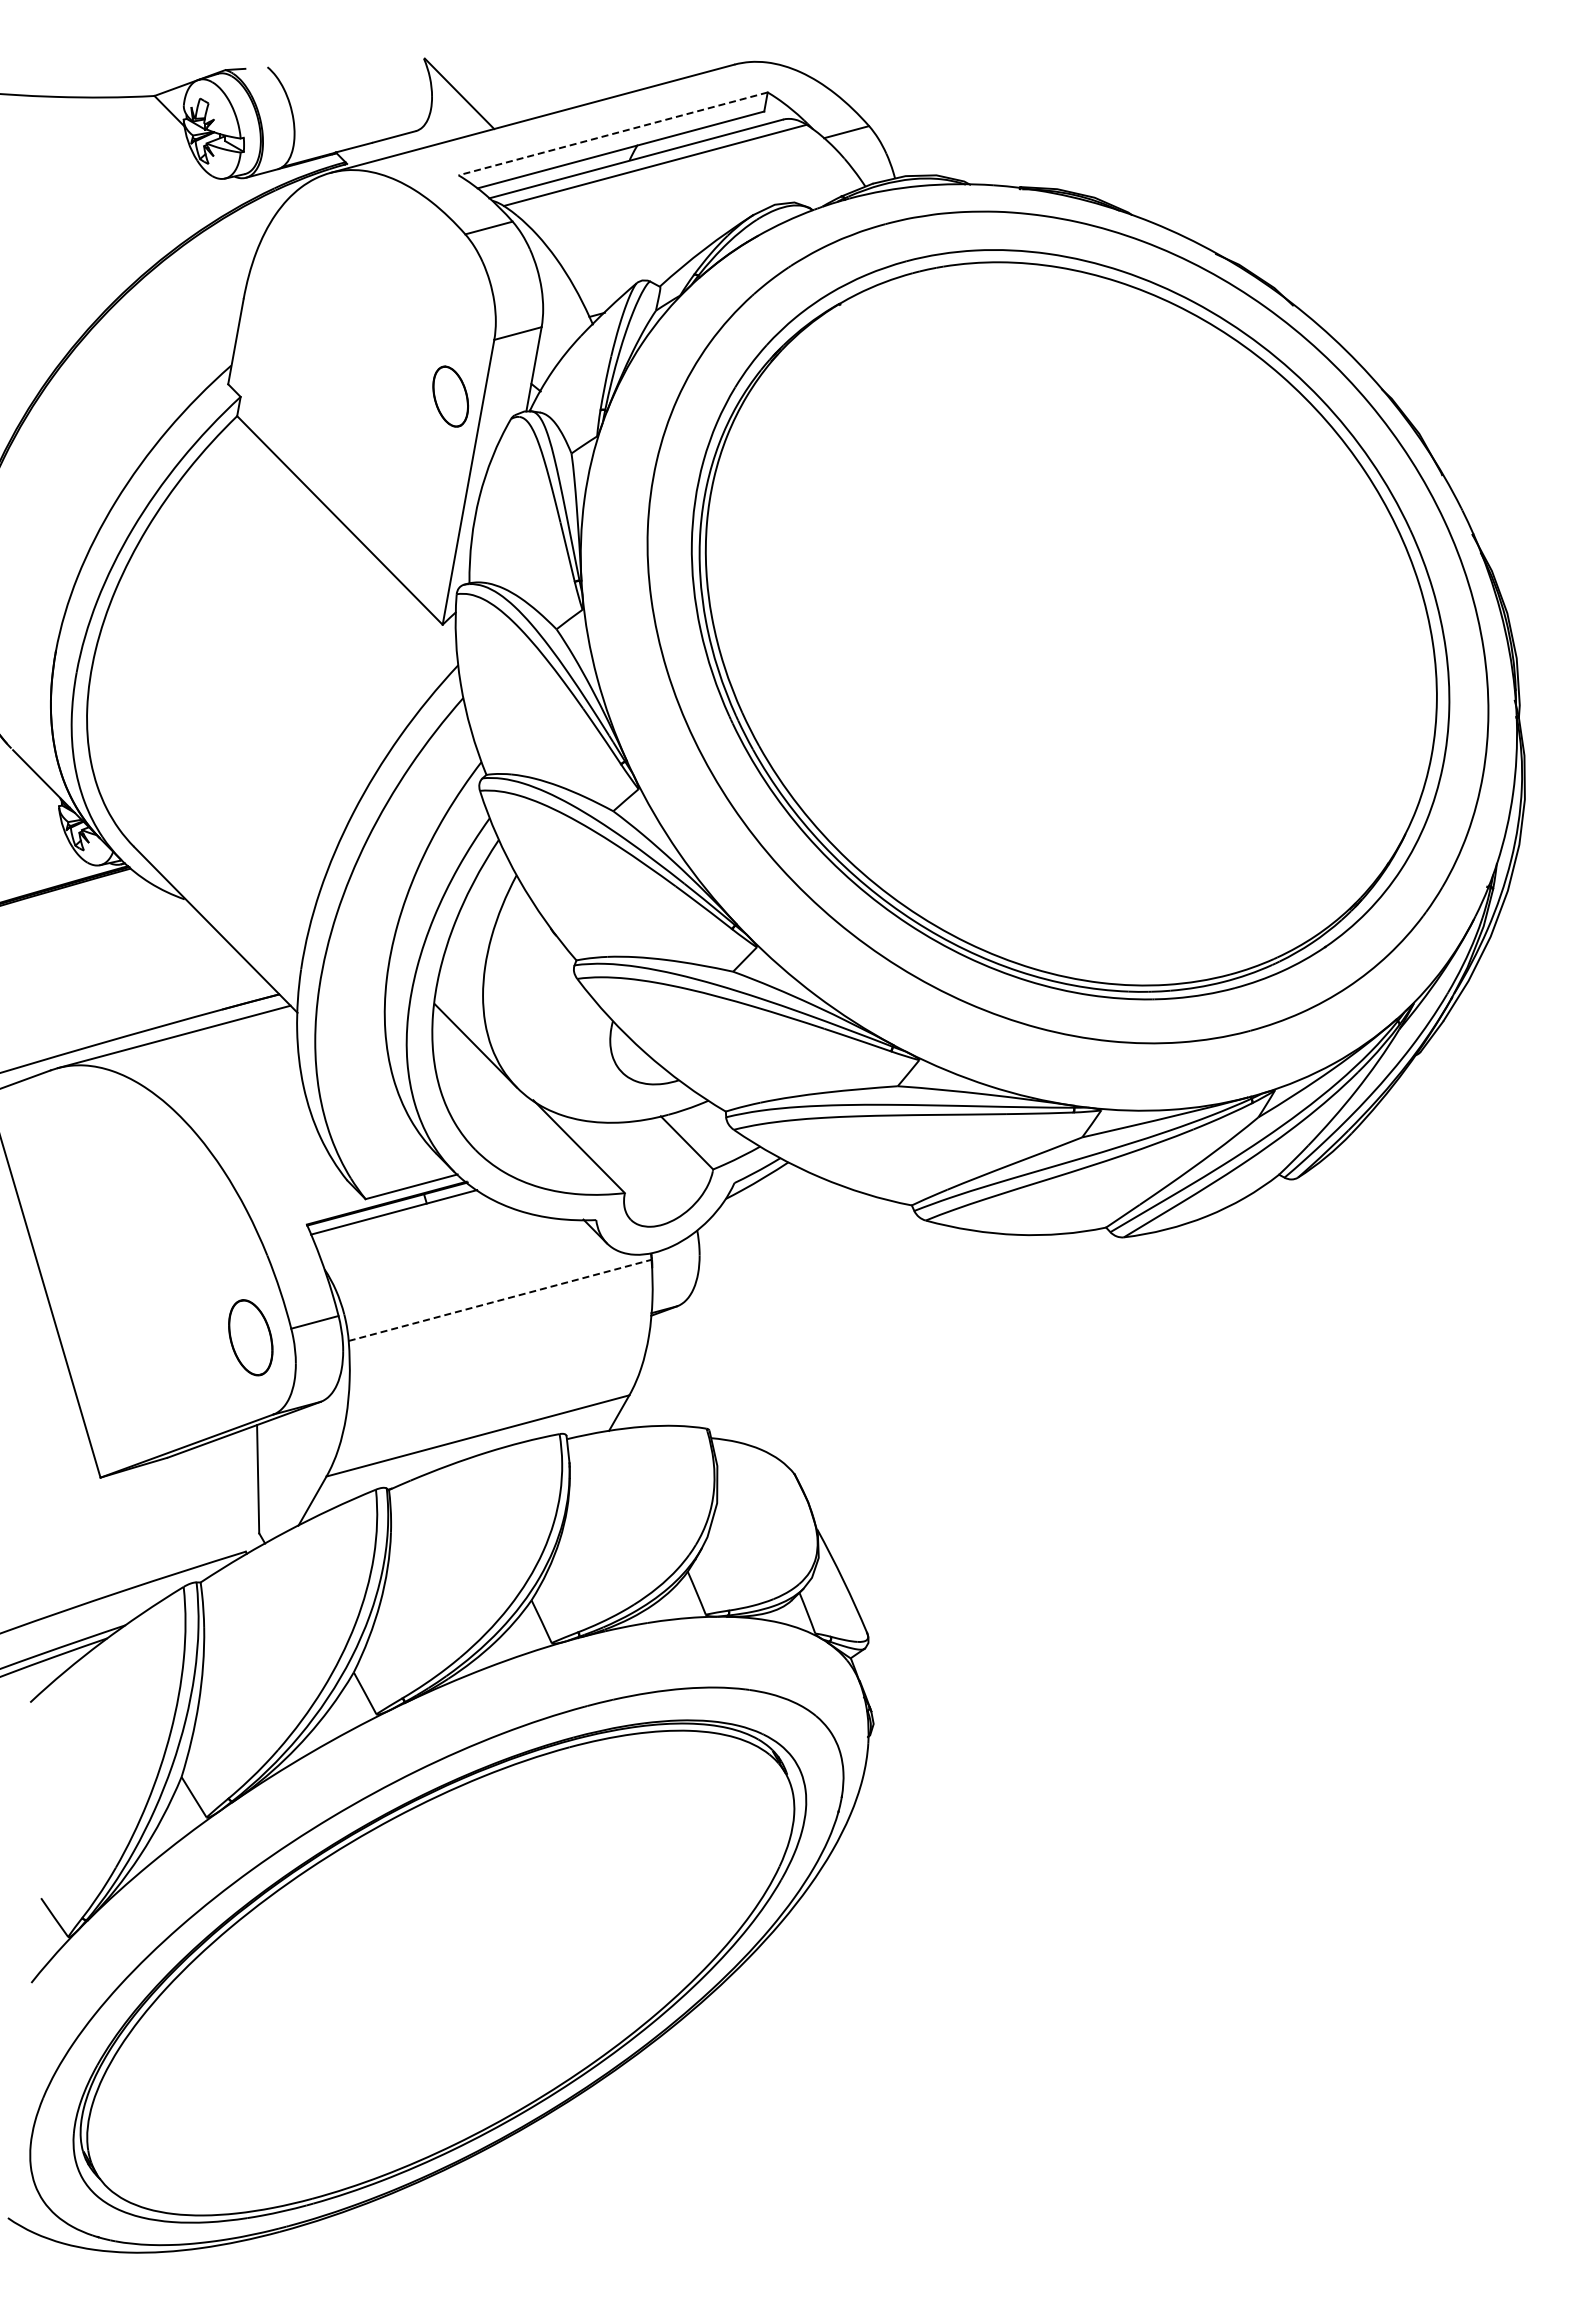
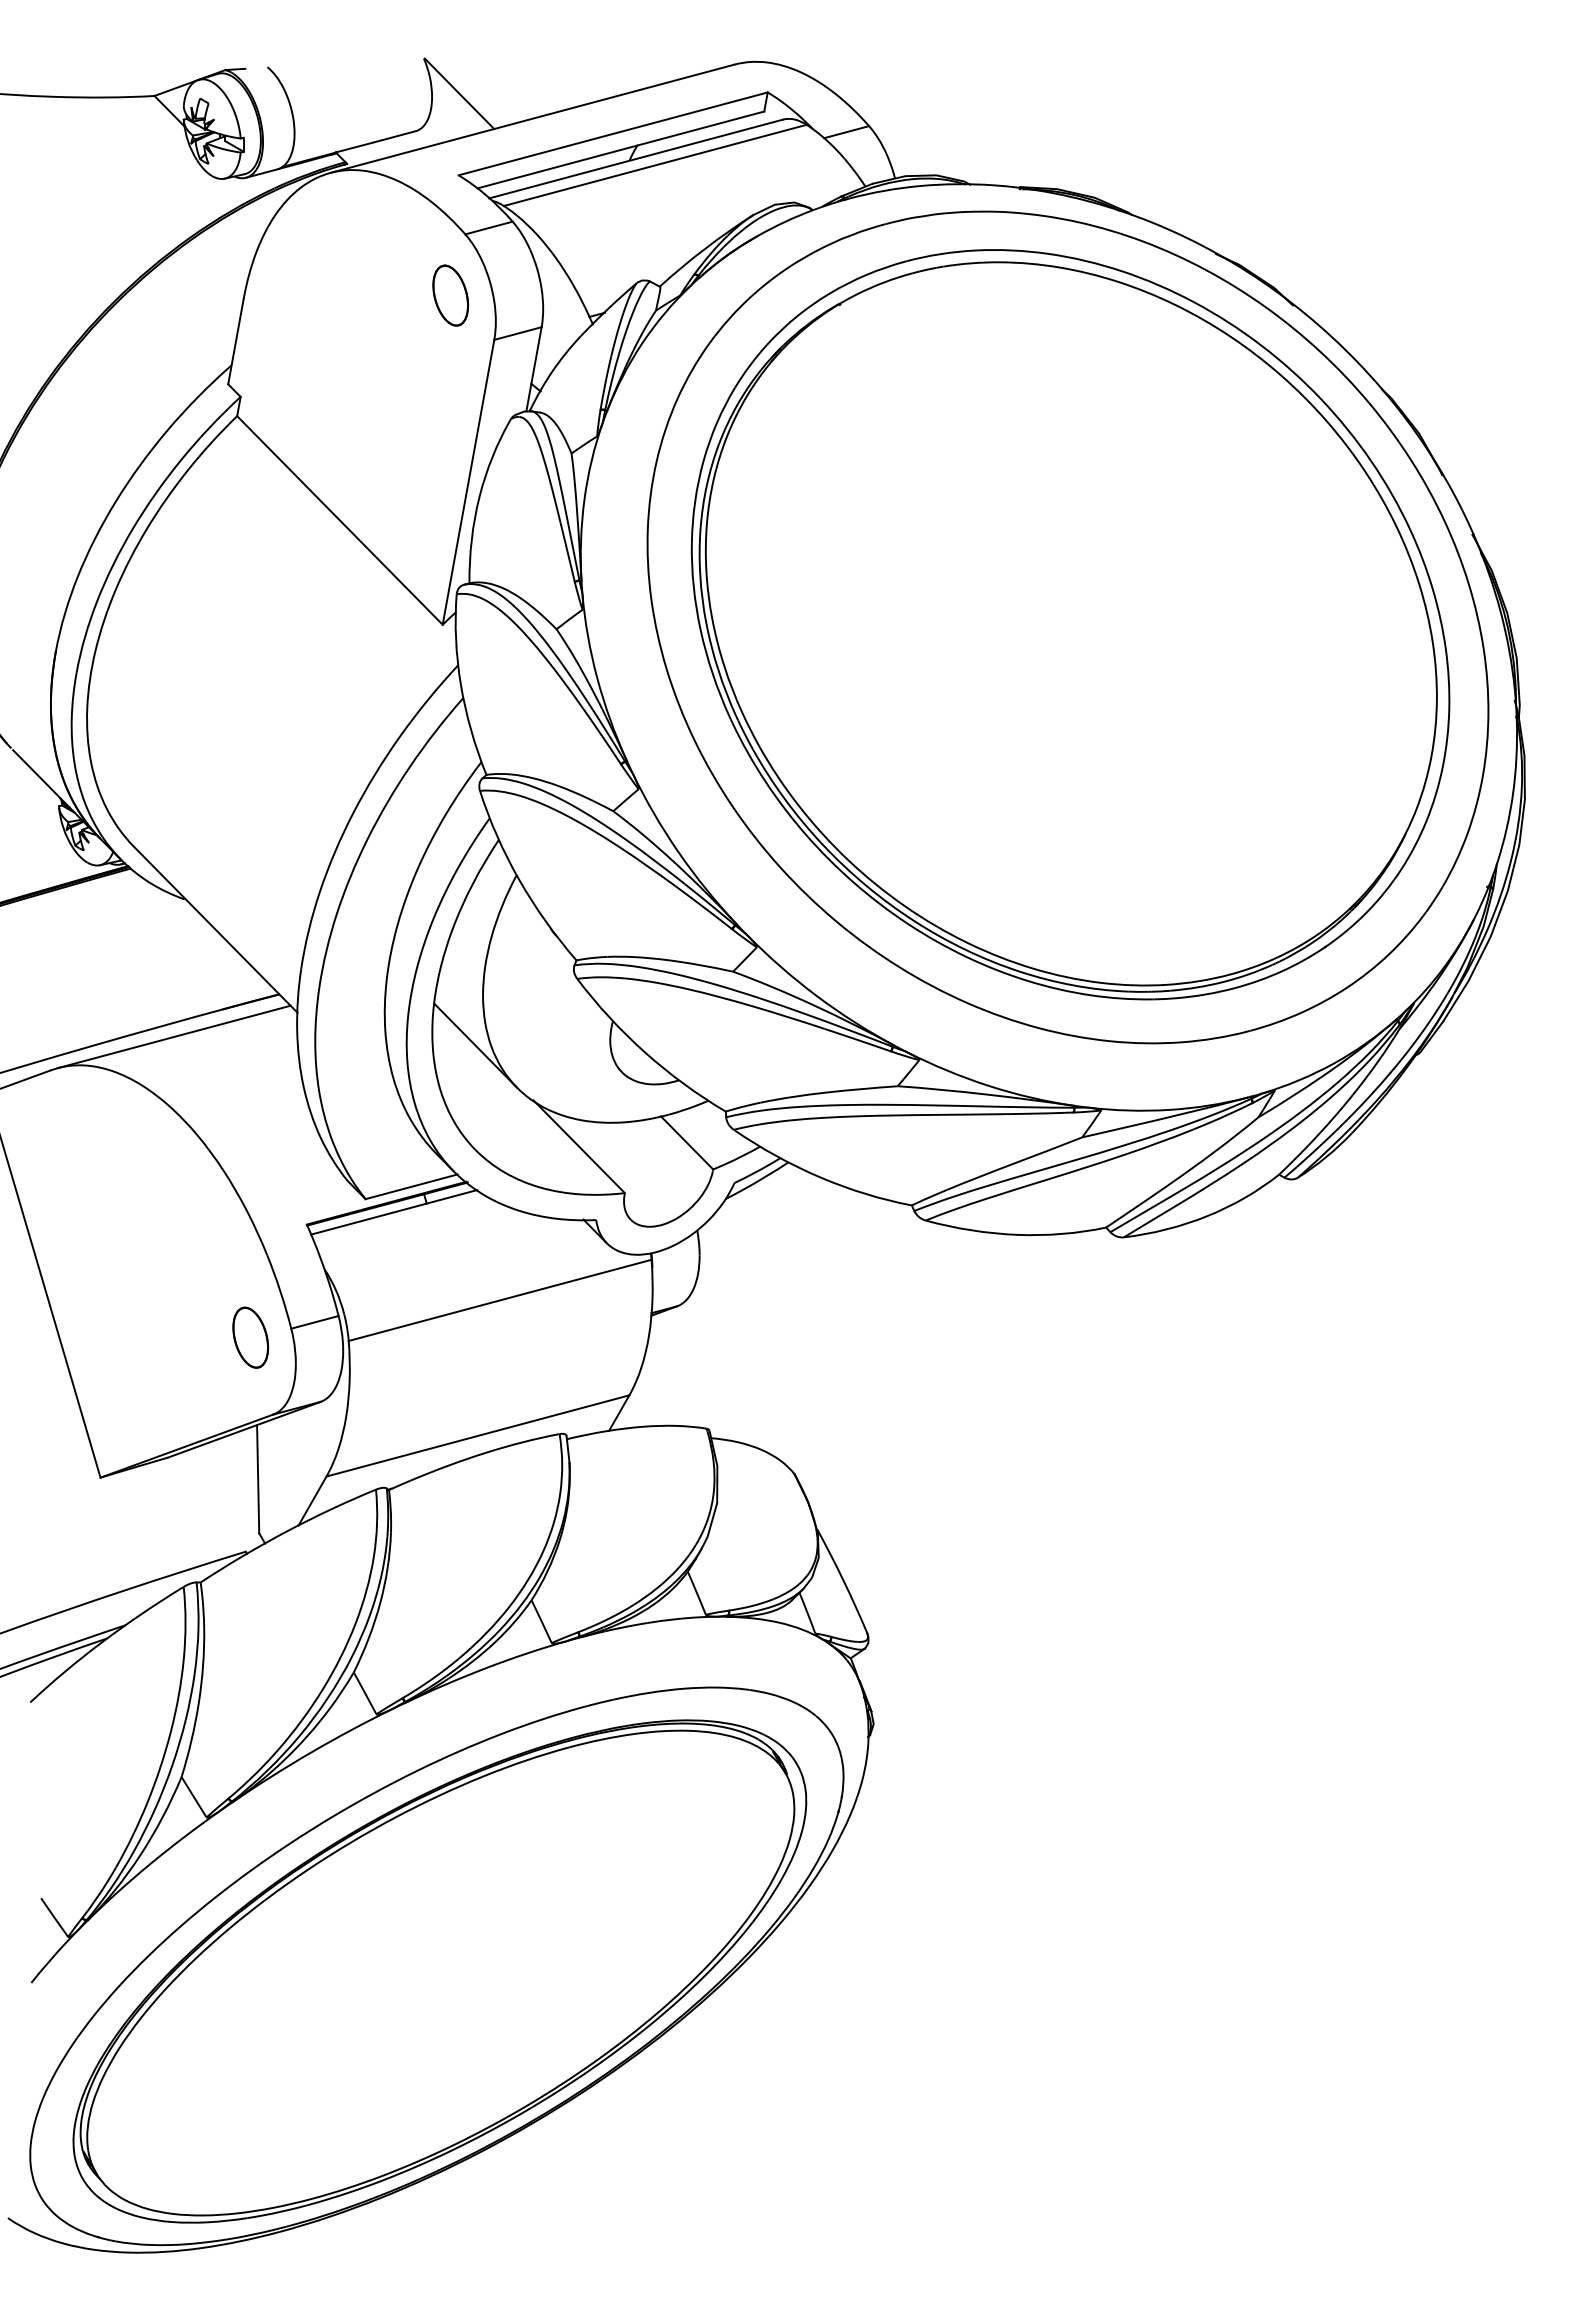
line at (612, 134): dashed -> solid
part at (450, 396) position: (450, 396) -> (450, 295)
line at (500, 1300): dashed -> solid
part at (250, 1337) size: 46x78 px -> 37x63 px
